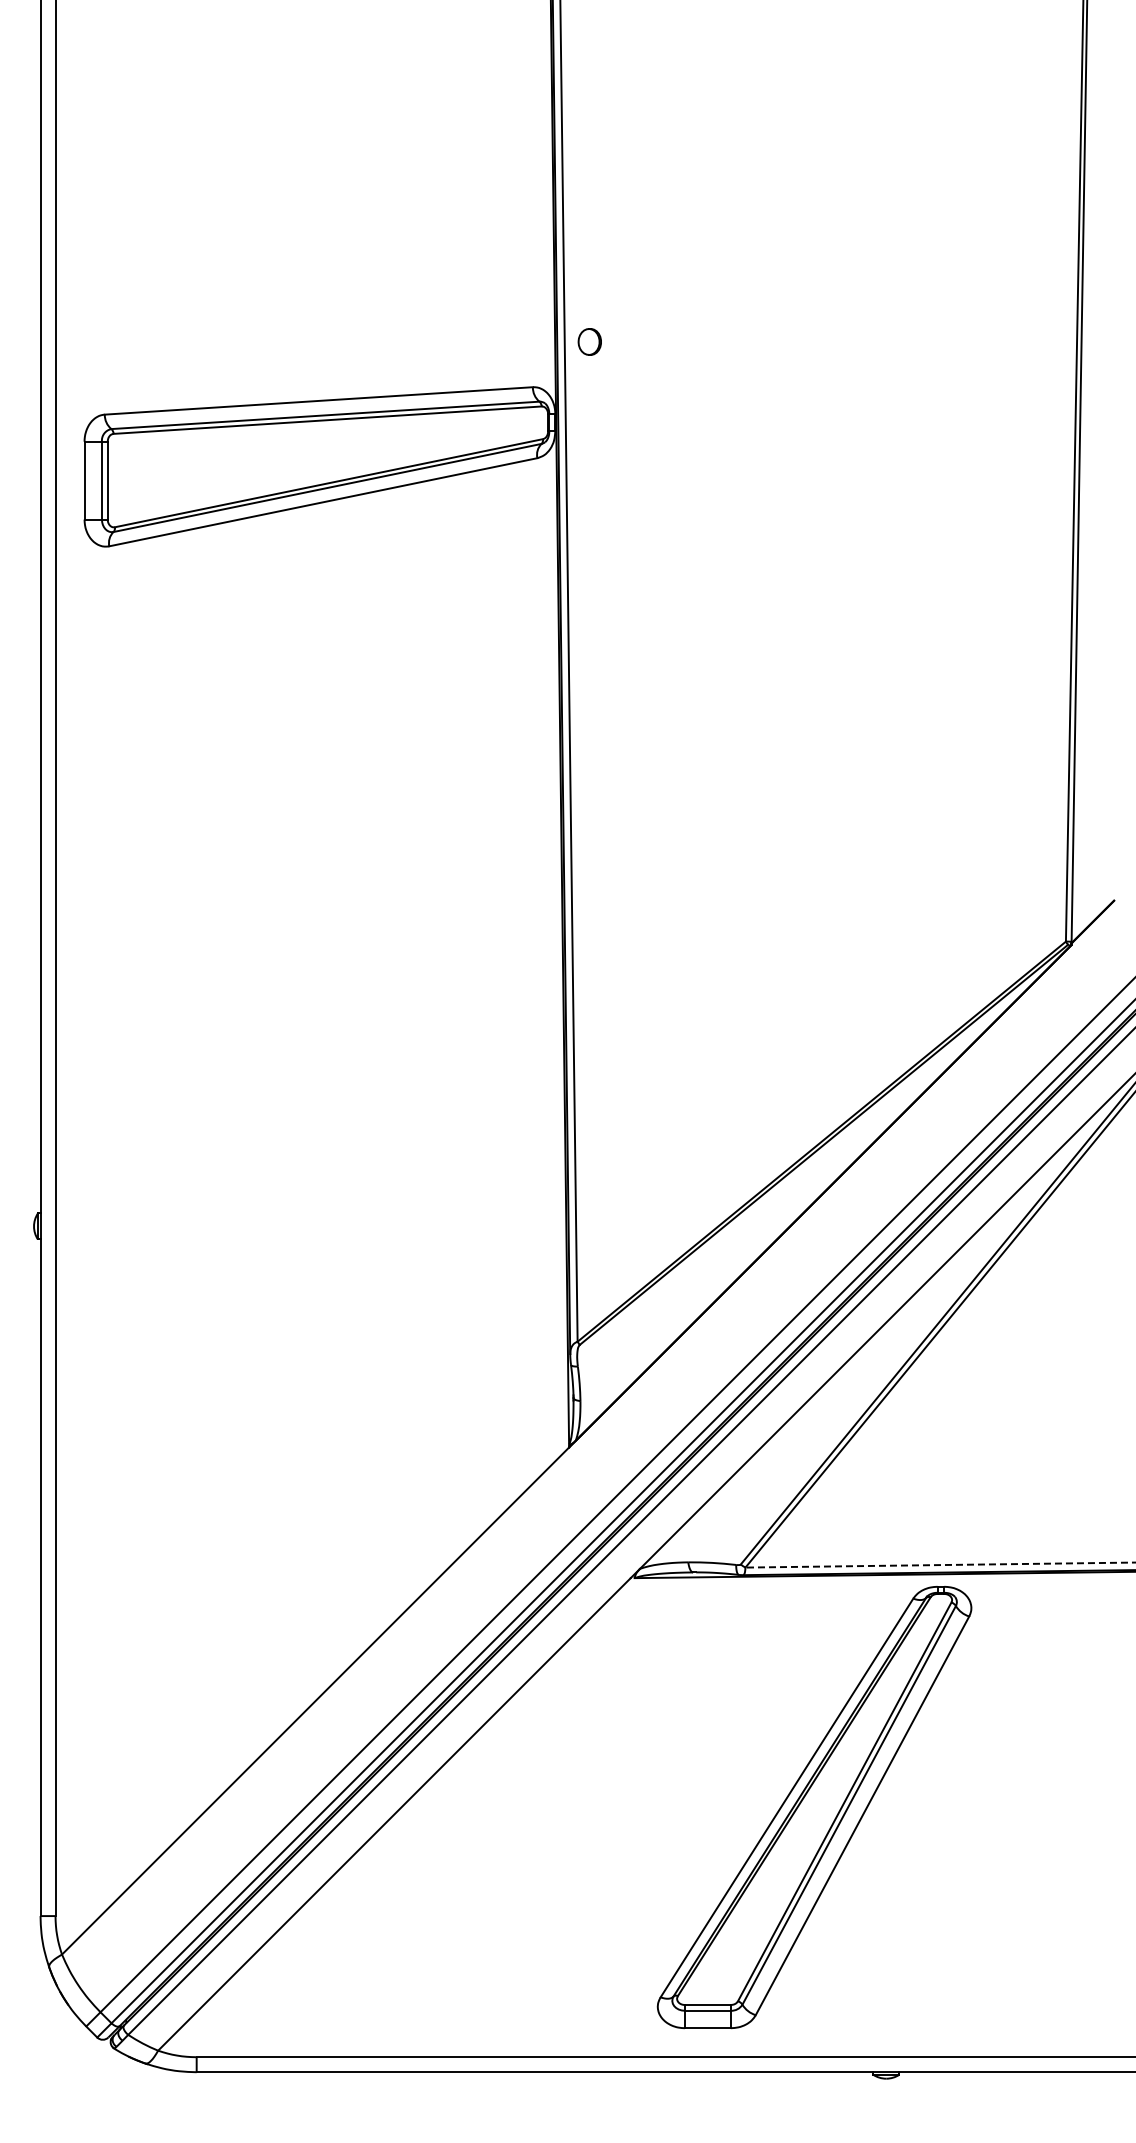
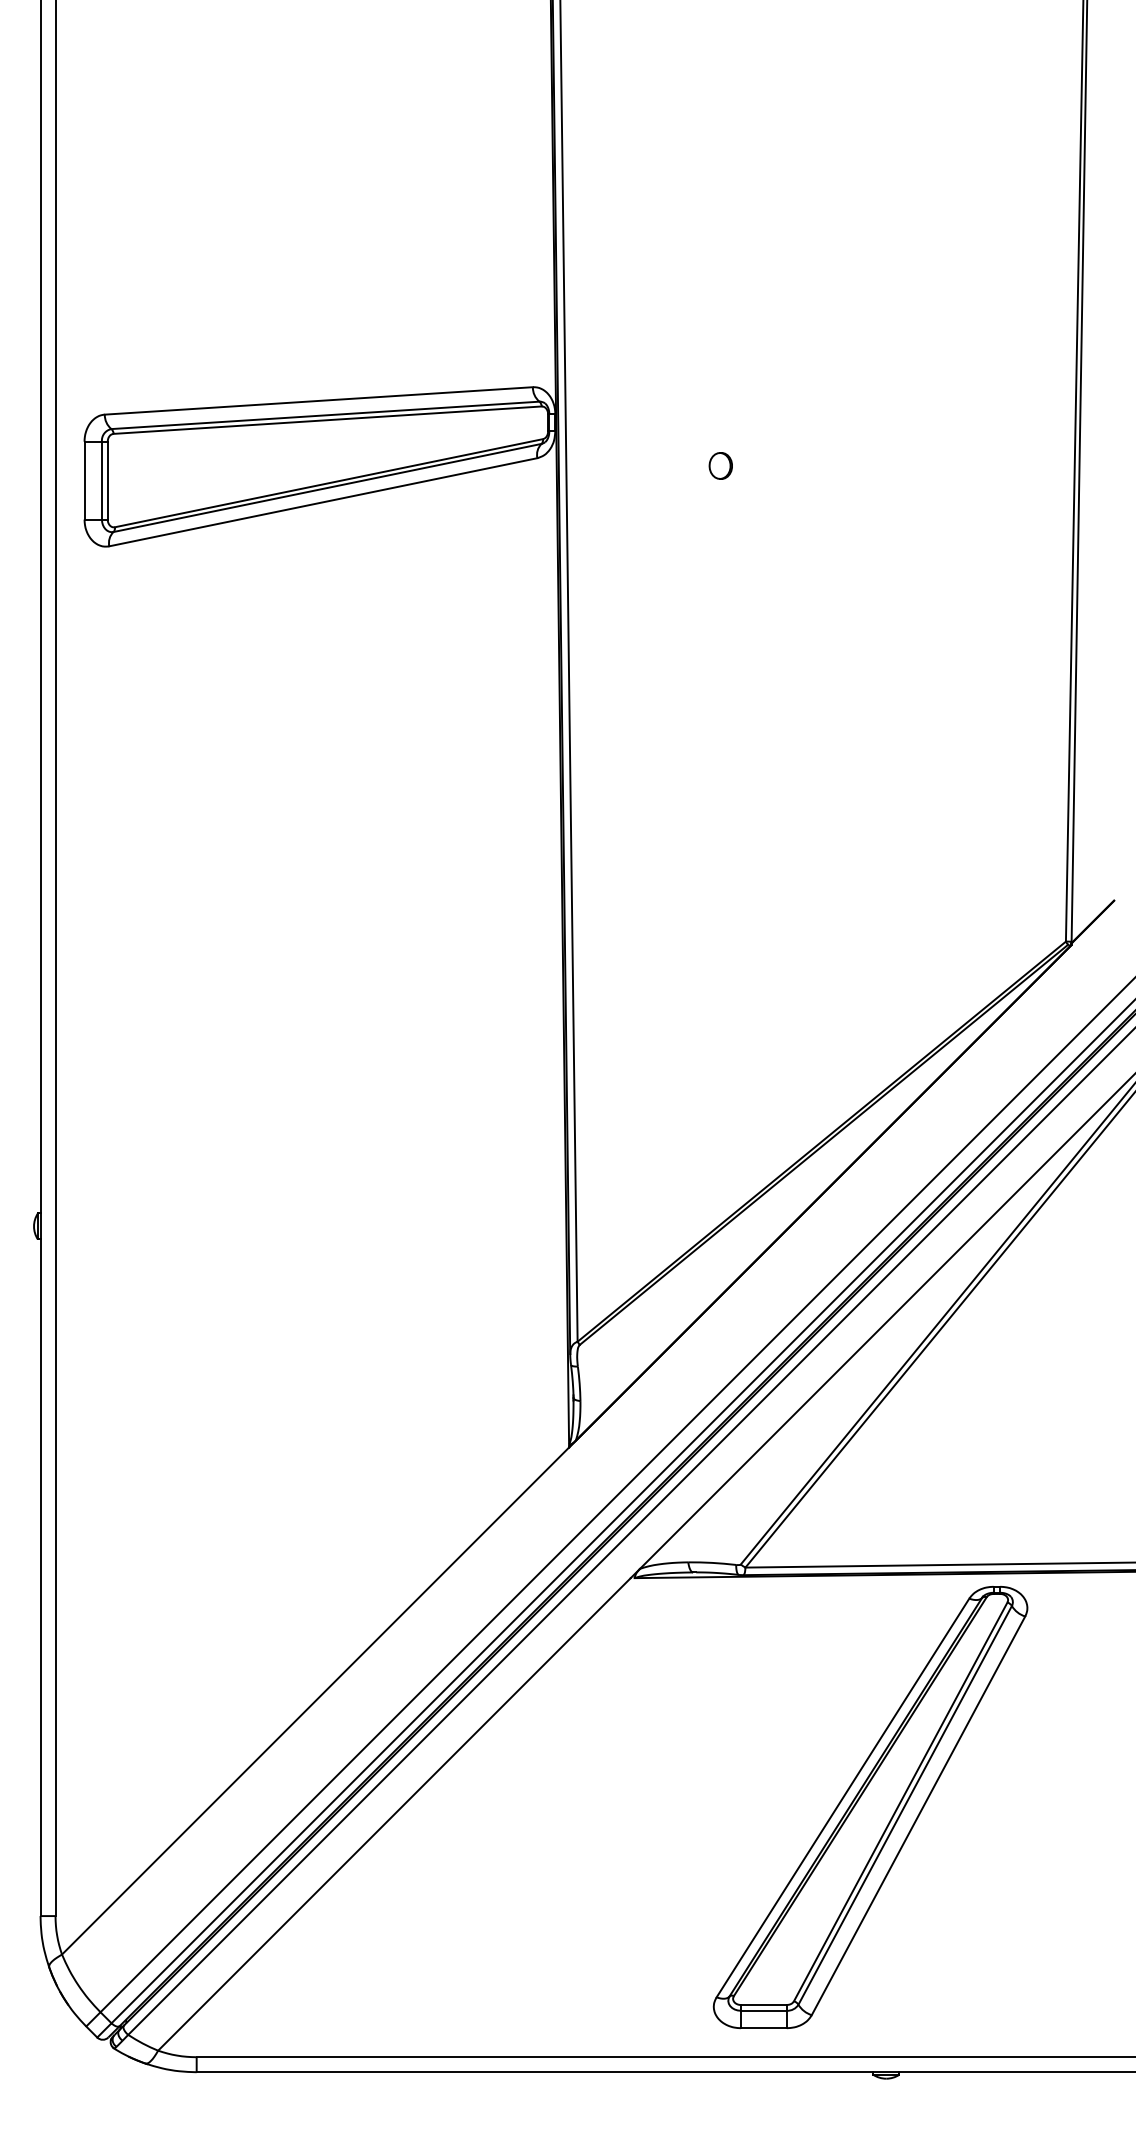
part at (589, 341) position: (589, 341) -> (720, 465)
line at (940, 1565): dashed -> solid
part at (814, 1807) position: (814, 1807) -> (870, 1807)
